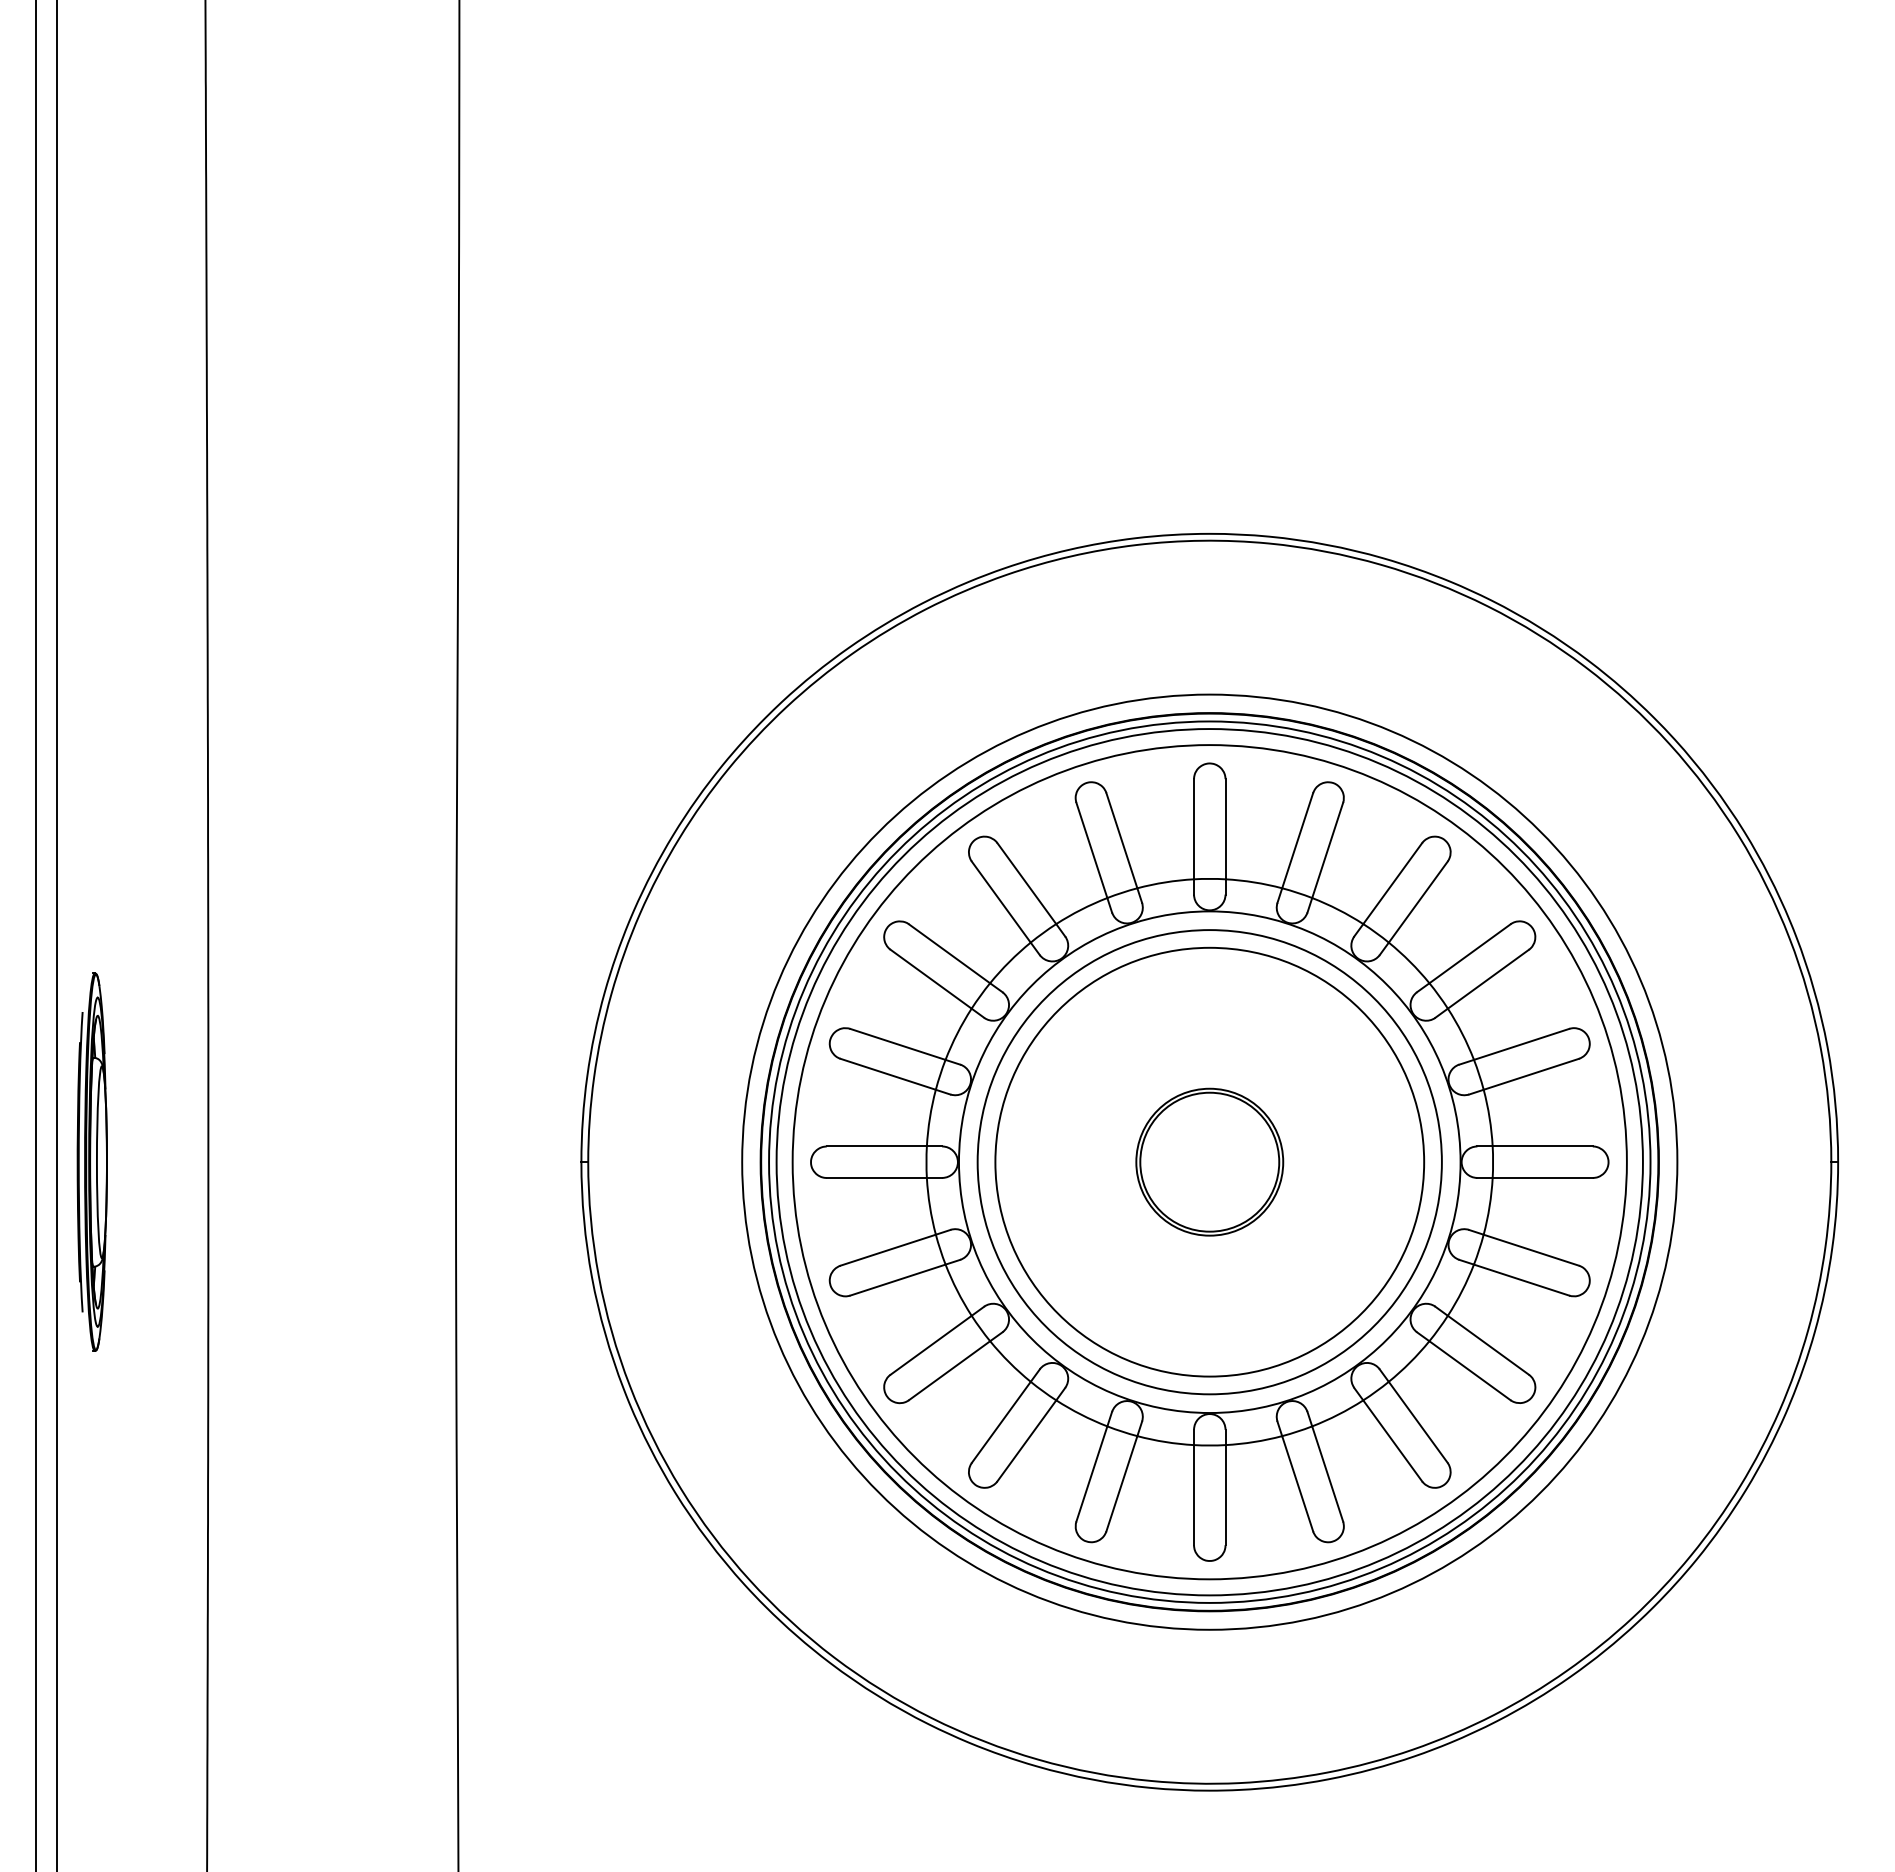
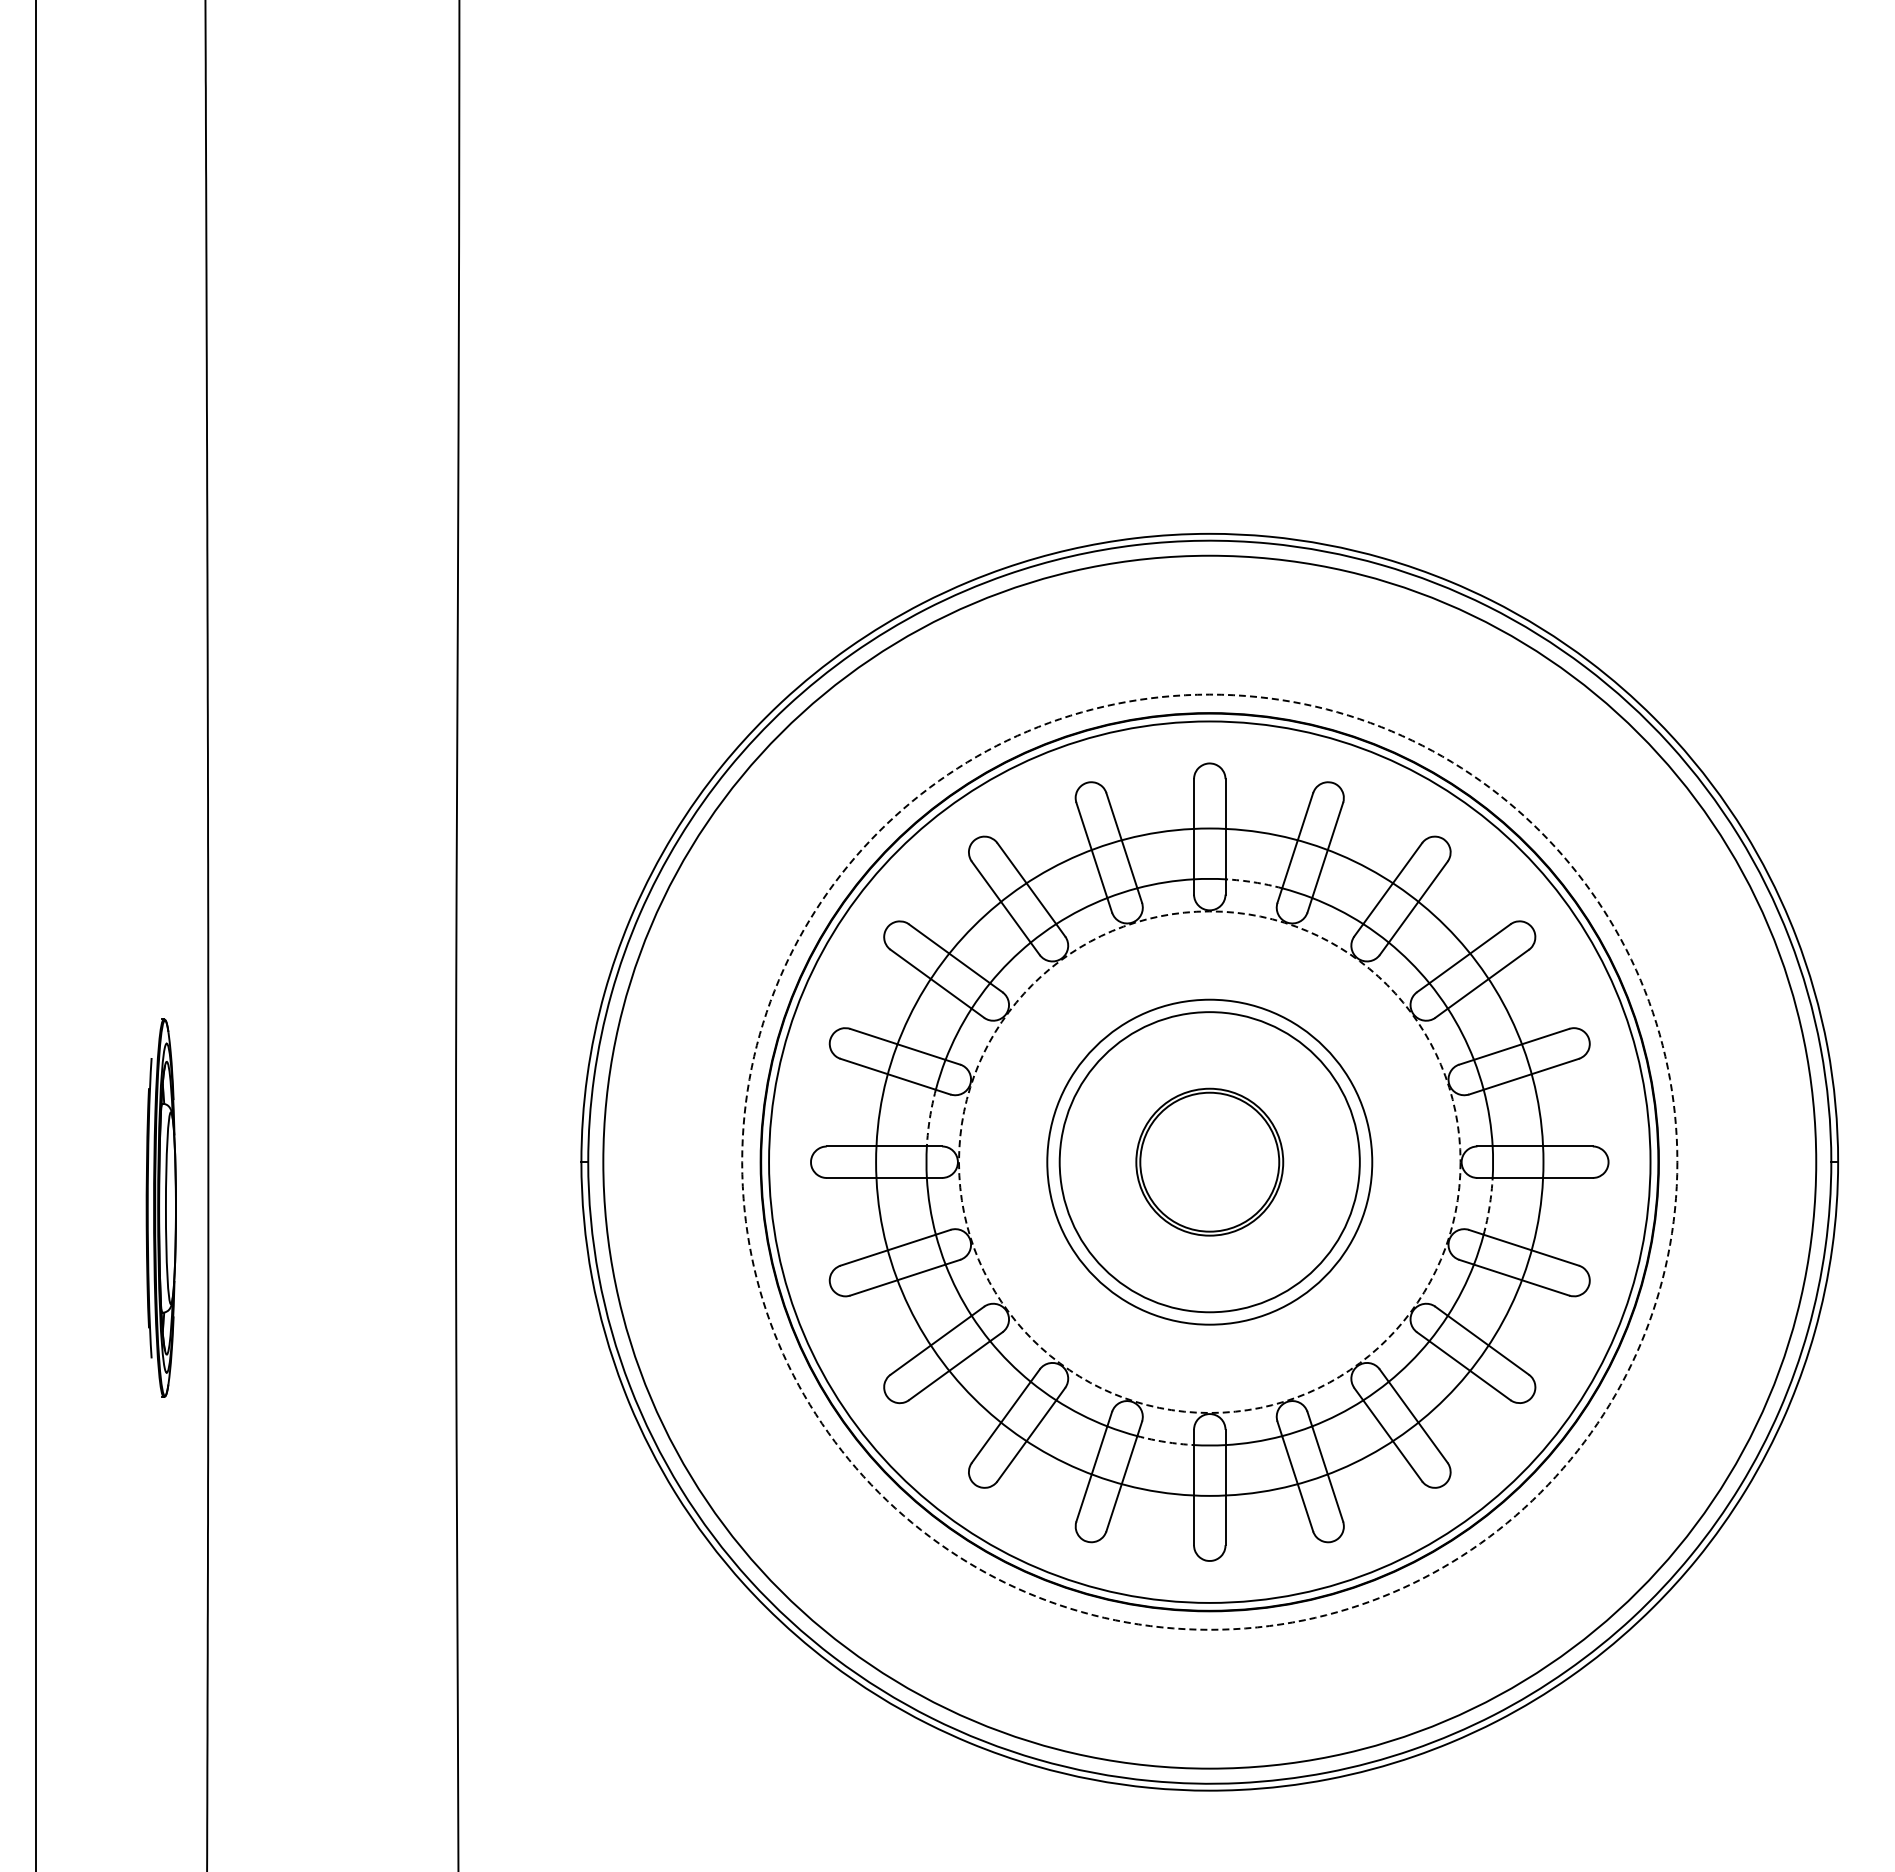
arc at (1254, 882): solid -> dashed
line at (56, 935): present -> none
arc at (929, 1117): solid -> dashed
part at (91, 1161) position: (91, 1161) -> (160, 1207)
circle at (1209, 1161) diameter: 429 px -> 300 px
circle at (1209, 1161): solid -> dashed
circle at (1209, 1162) diameter: 464 px -> 325 px
circle at (1209, 1162) diameter: 834 px -> 667 px
circle at (1209, 1162) diameter: 866 px -> 1213 px
circle at (1209, 1162): solid -> dashed
arc at (1489, 1206): solid -> dashed
arc at (1165, 1442): solid -> dashed
